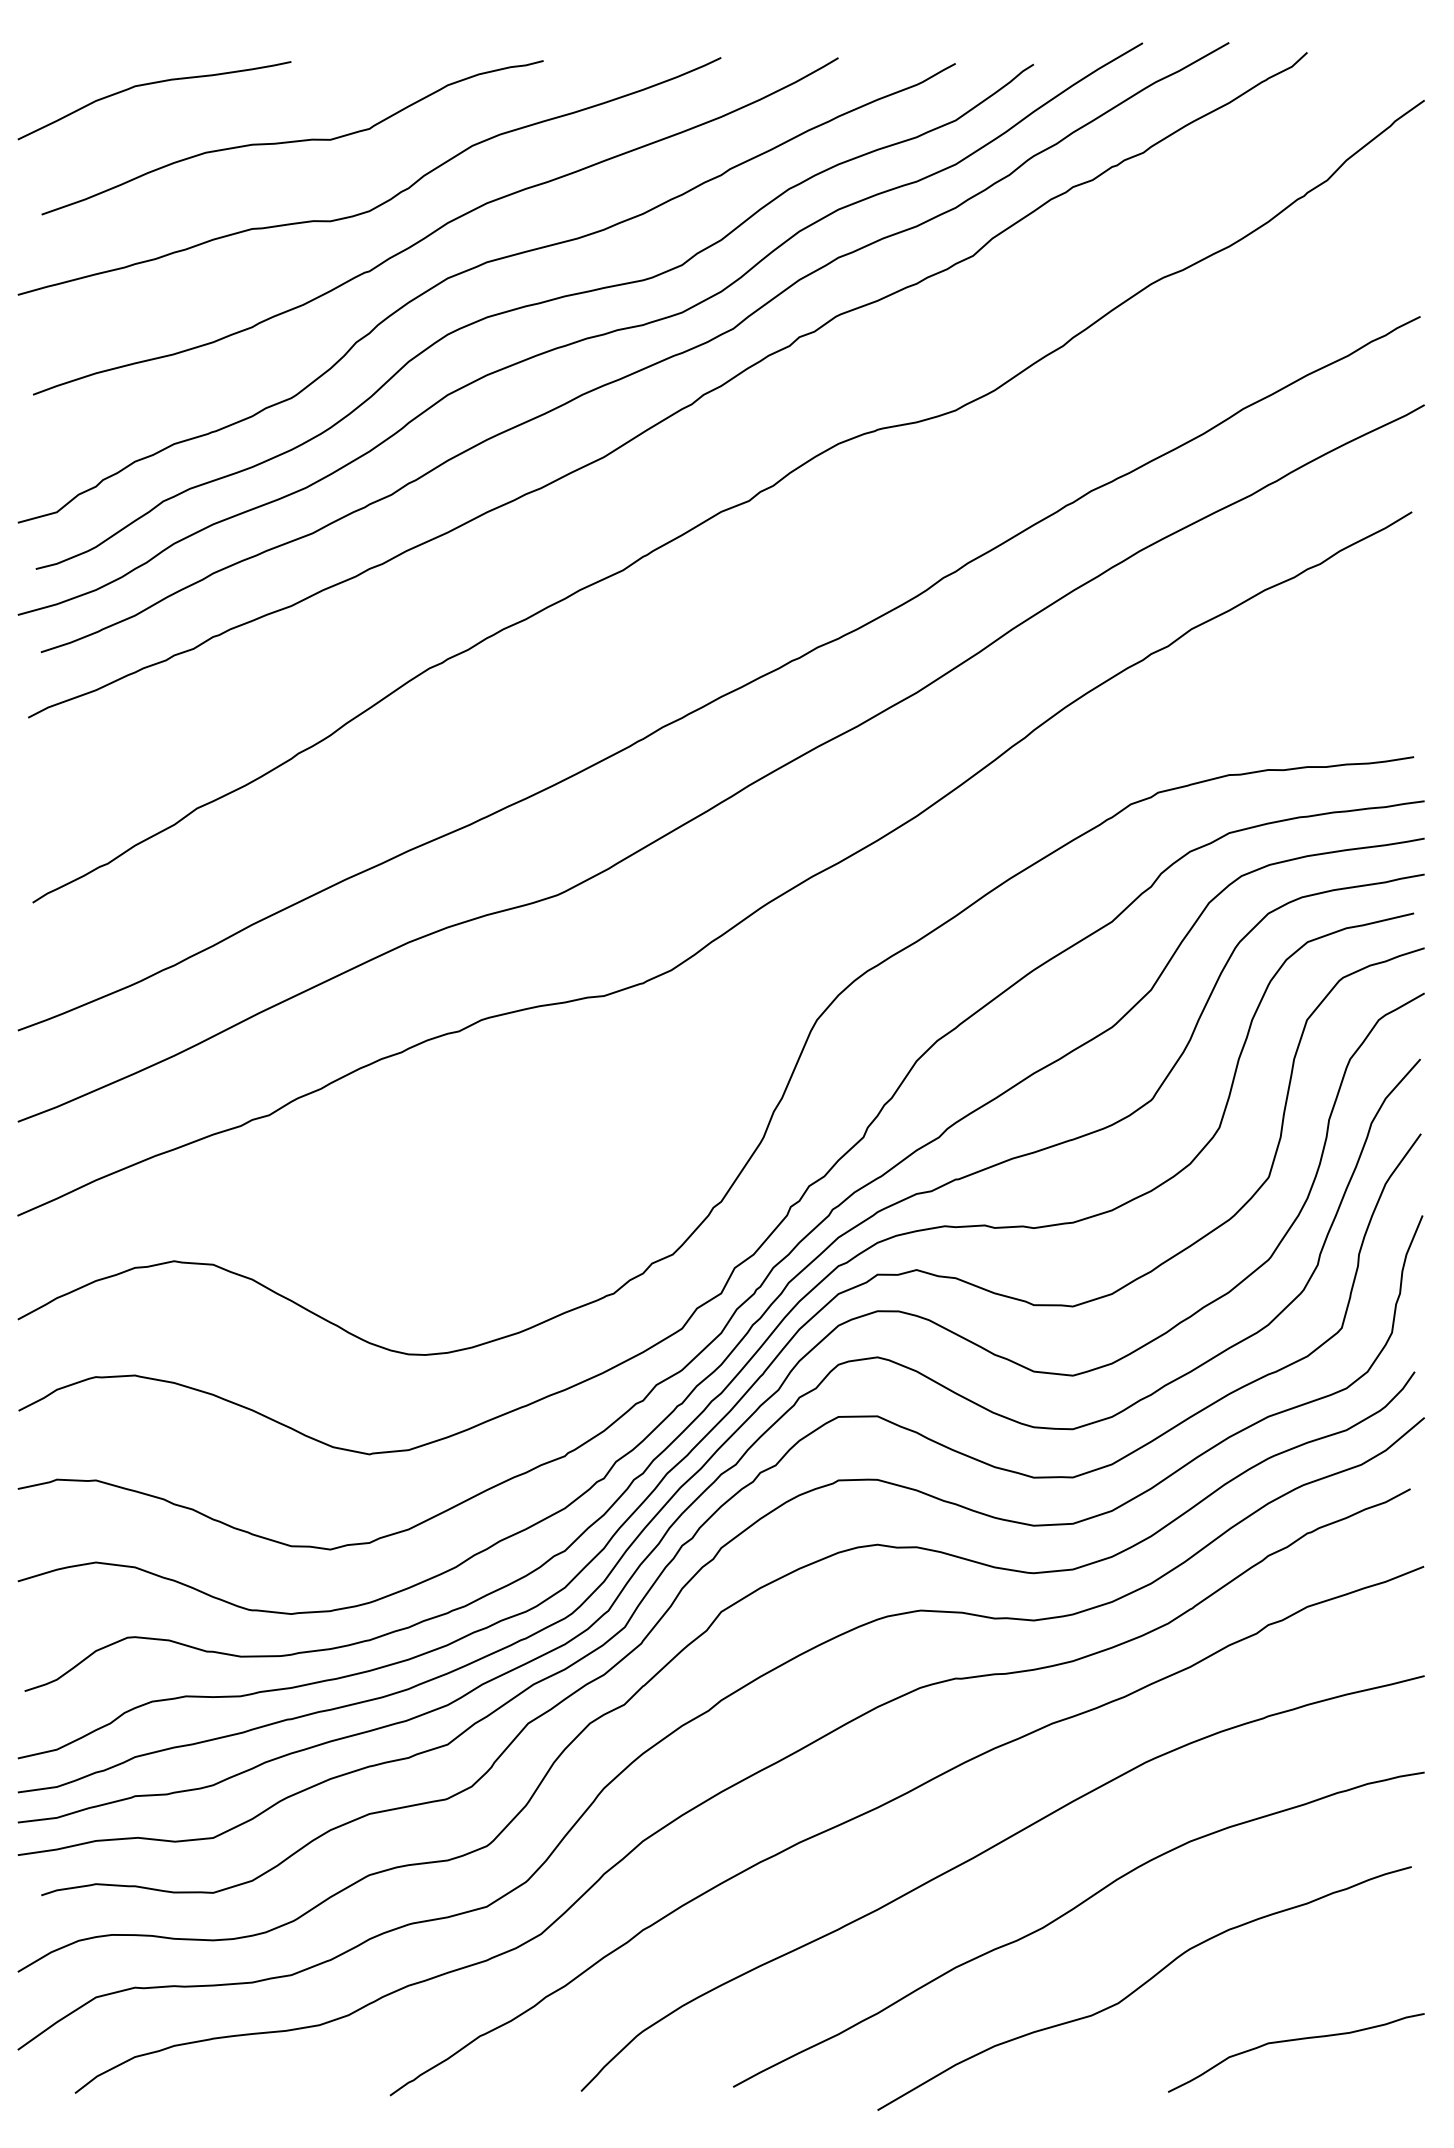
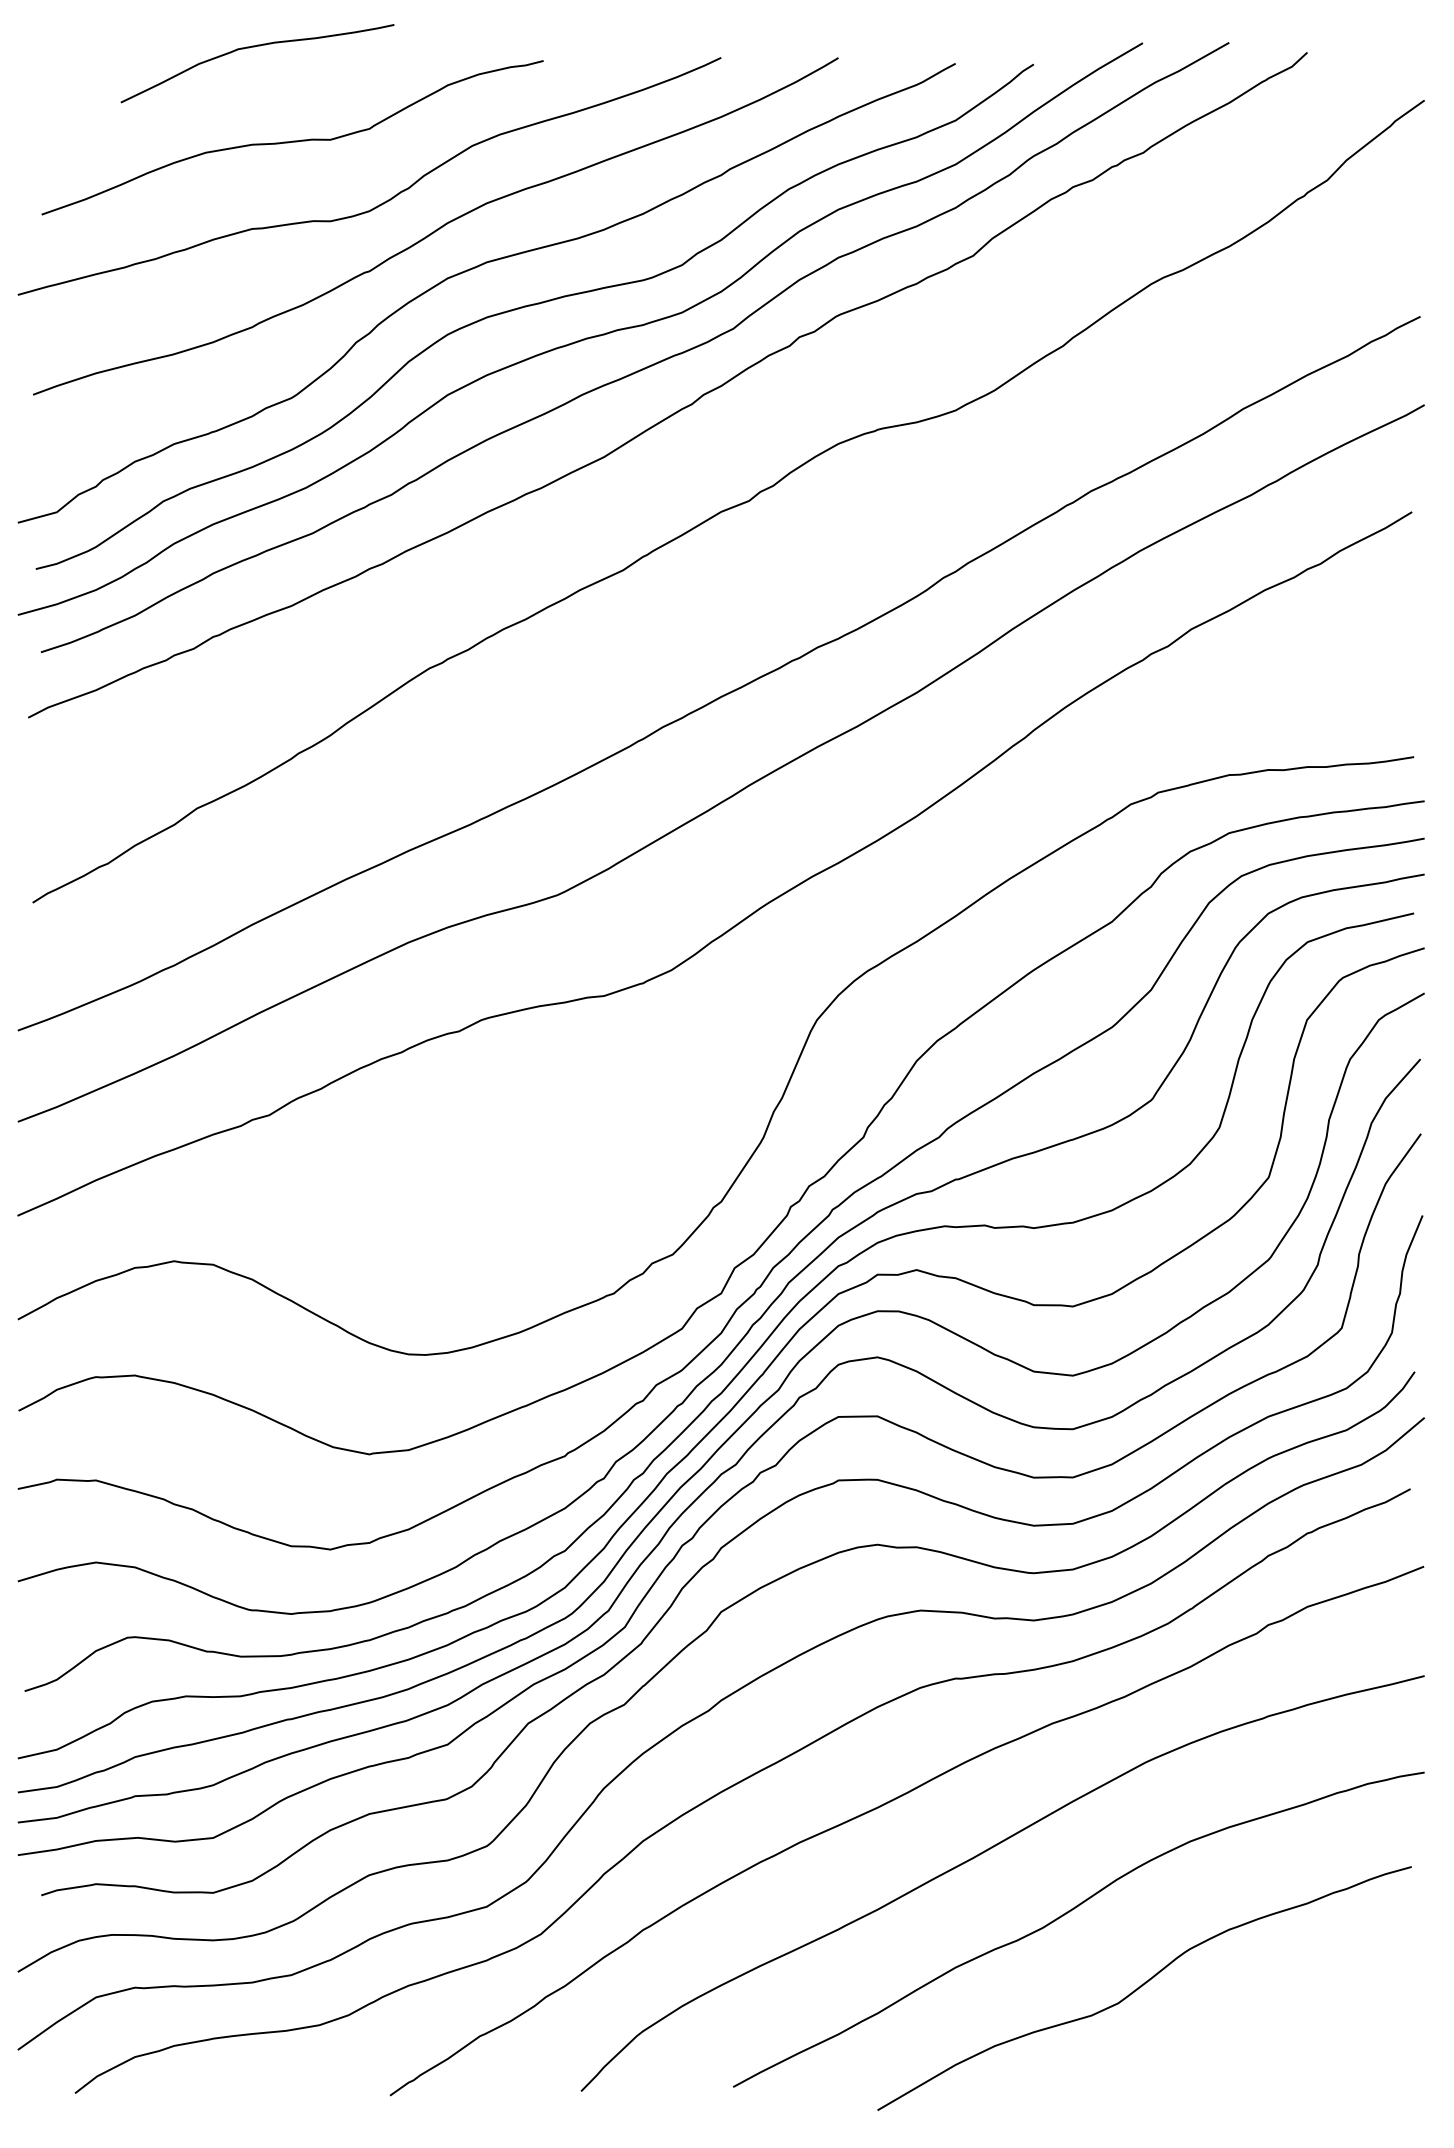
curve at (151, 84) position: (151, 84) -> (254, 47)
curve at (1296, 2040): present -> none
